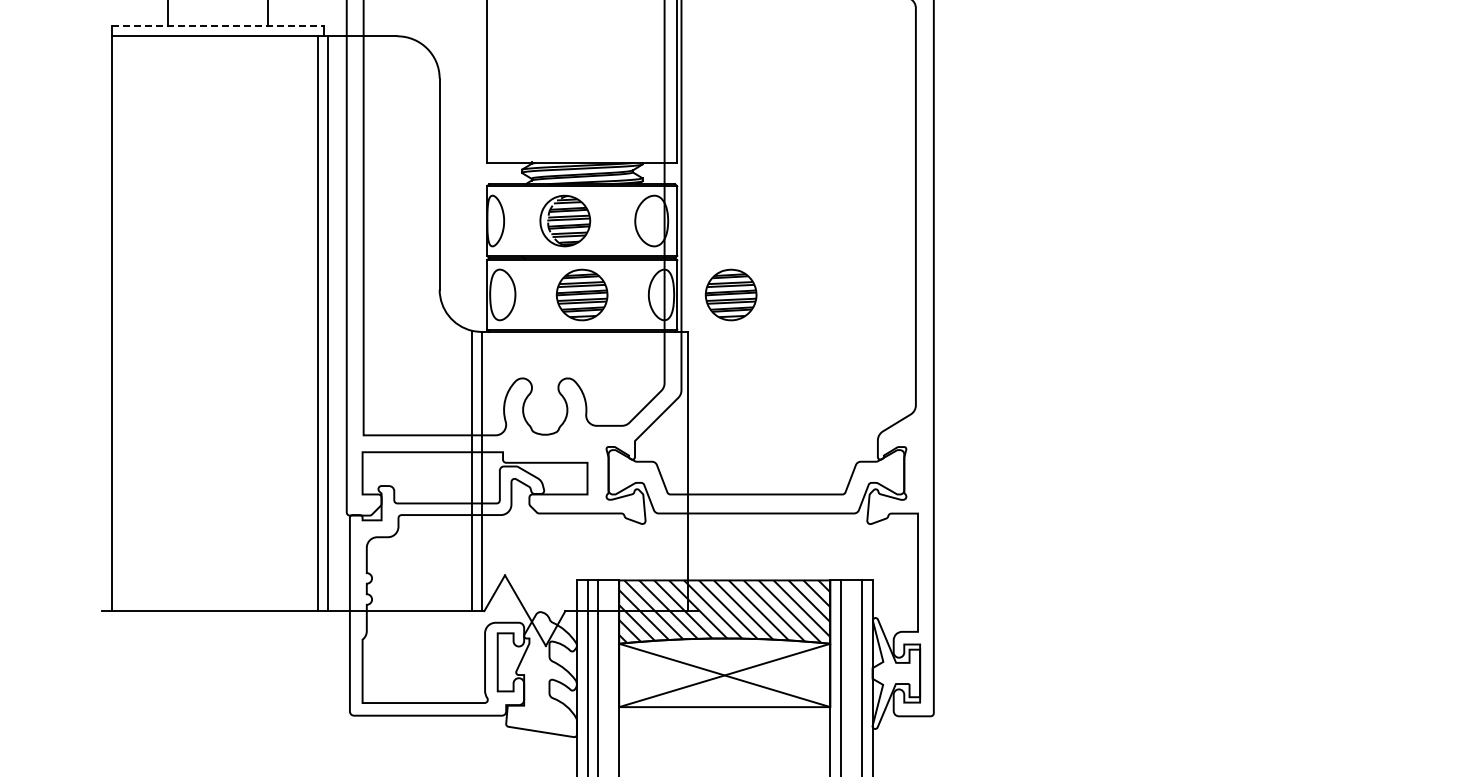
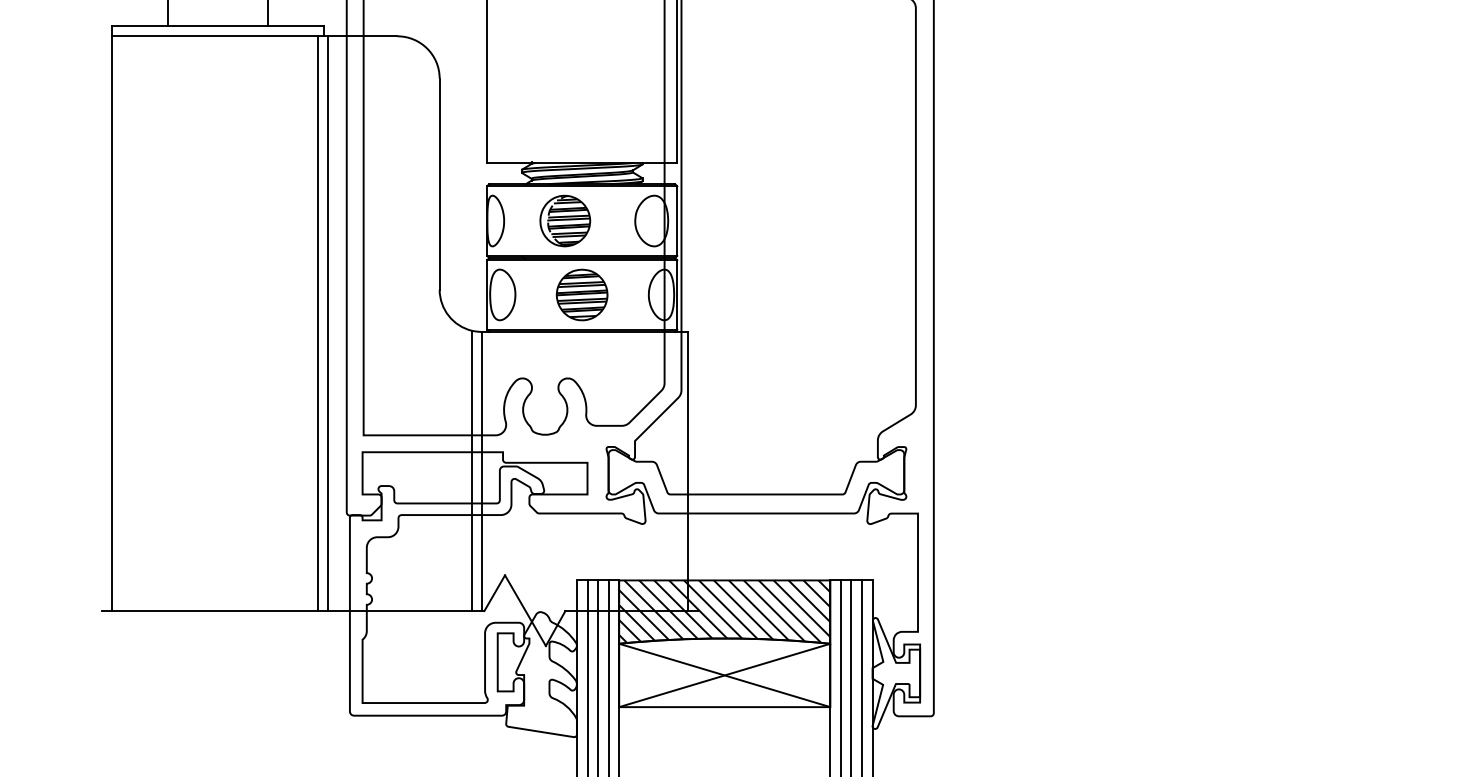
line at (218, 25): dashed -> solid
part at (730, 294): present -> none
line at (608, 676): none -> present
line at (851, 676): none -> present
